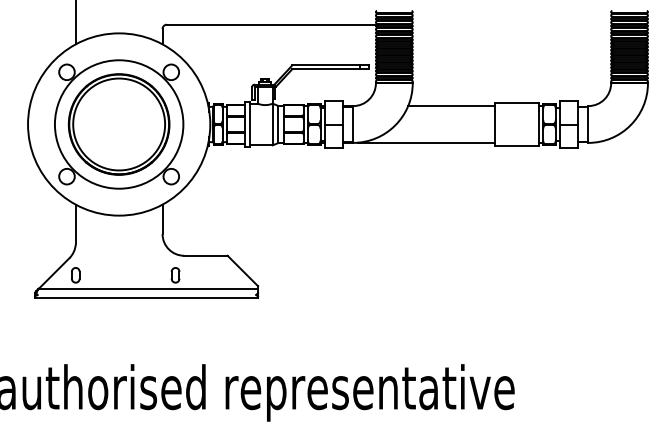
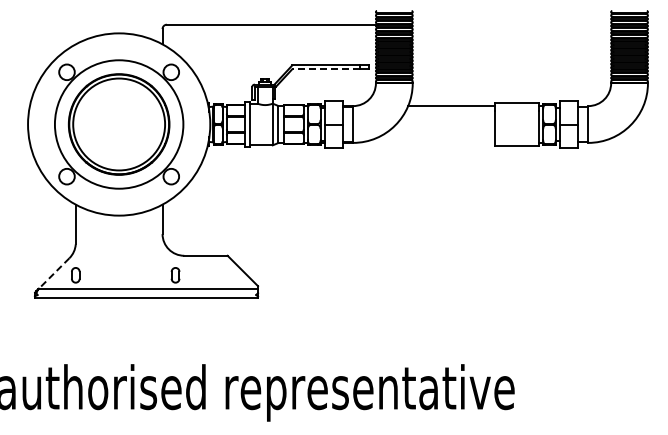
line at (75, 23): present -> none
line at (326, 69): solid -> dashed
line at (425, 142): present -> none
line at (54, 273): solid -> dashed
